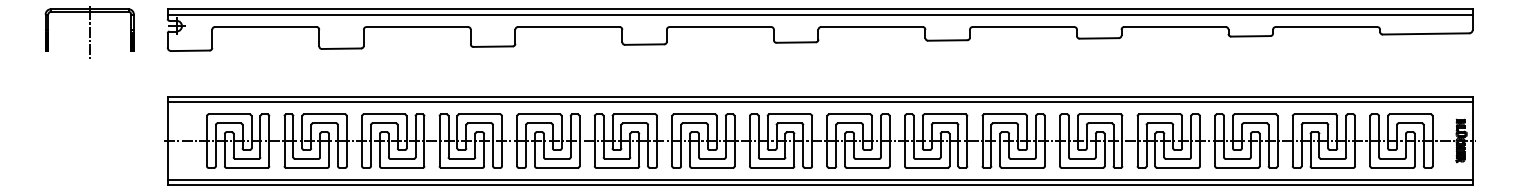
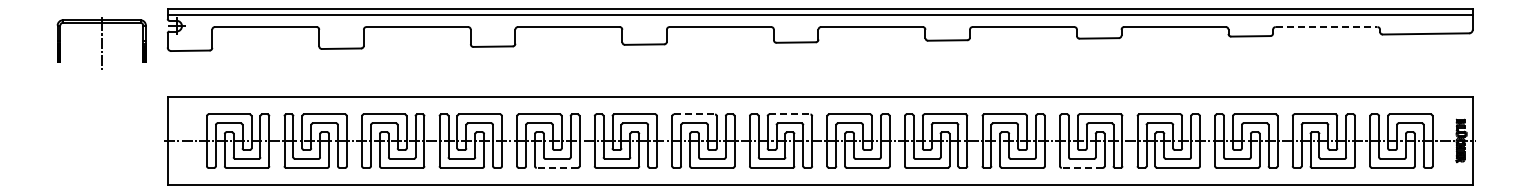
line at (1326, 27): solid -> dashed
part at (89, 32) position: (89, 32) -> (101, 43)
line at (819, 102): present -> none
line at (694, 114): solid -> dashed
line at (789, 114): solid -> dashed
line at (557, 167): solid -> dashed
line at (1082, 167): solid -> dashed
line at (819, 179): present -> none
